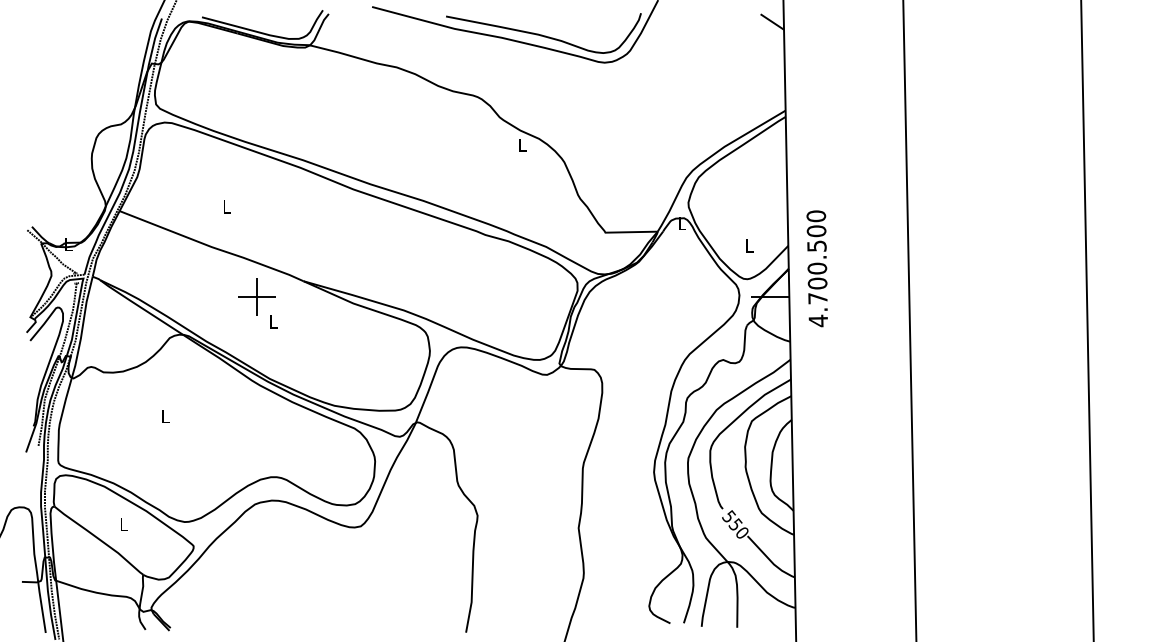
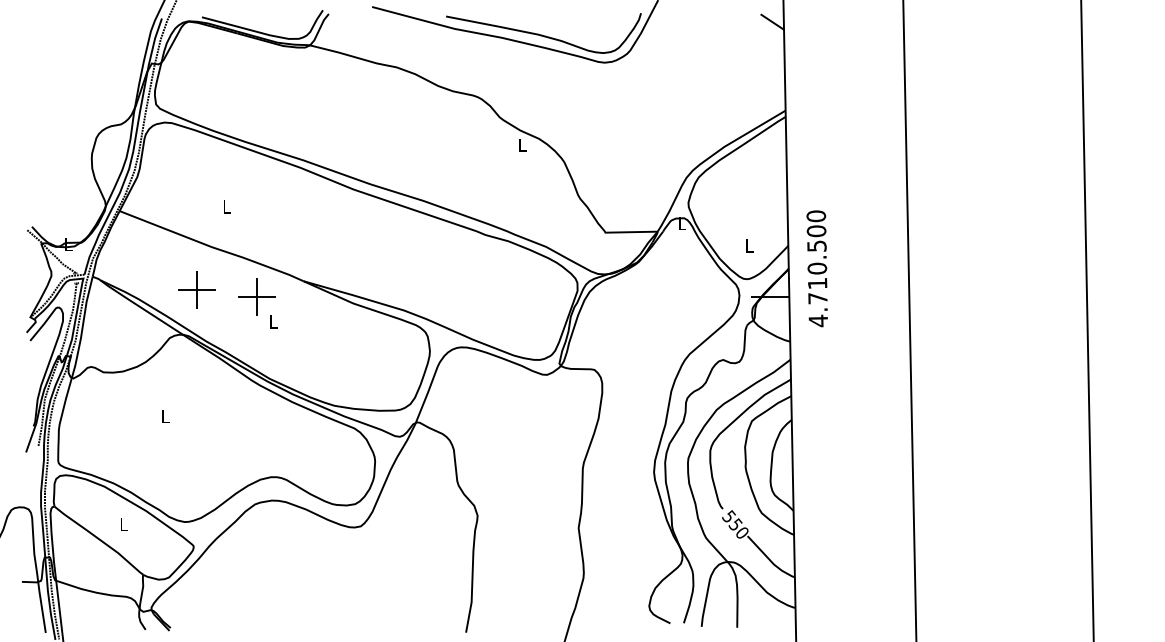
text at (817, 283): 4.700.500 -> 4.710.500
part at (196, 289): none -> present
